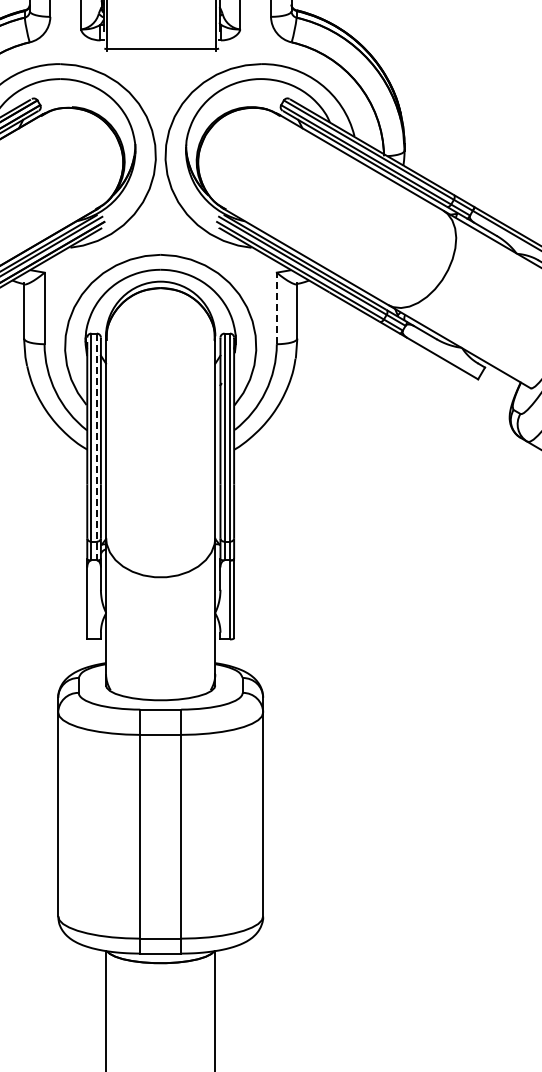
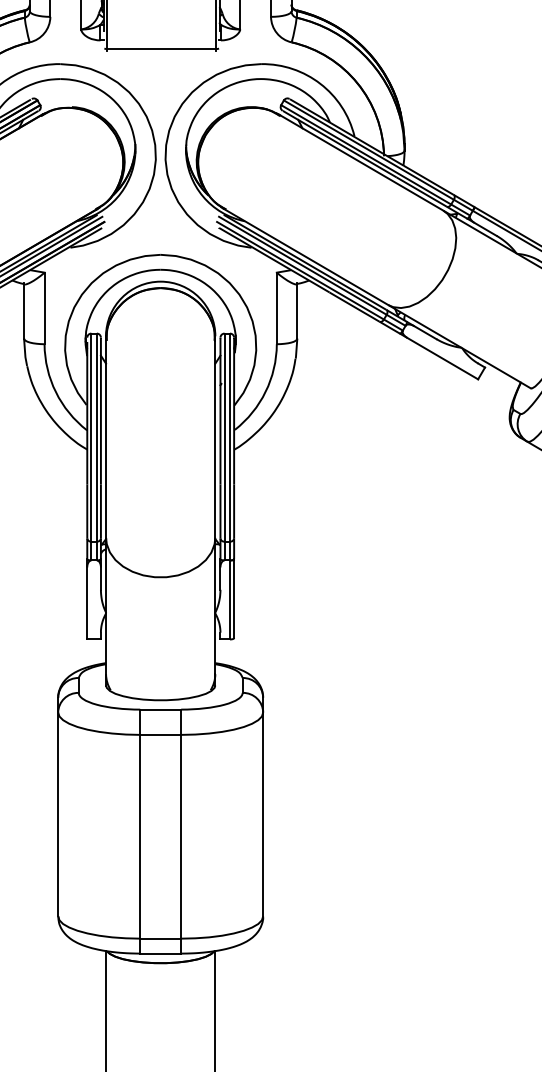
line at (276, 308): dashed -> solid
line at (96, 447): dashed -> solid
